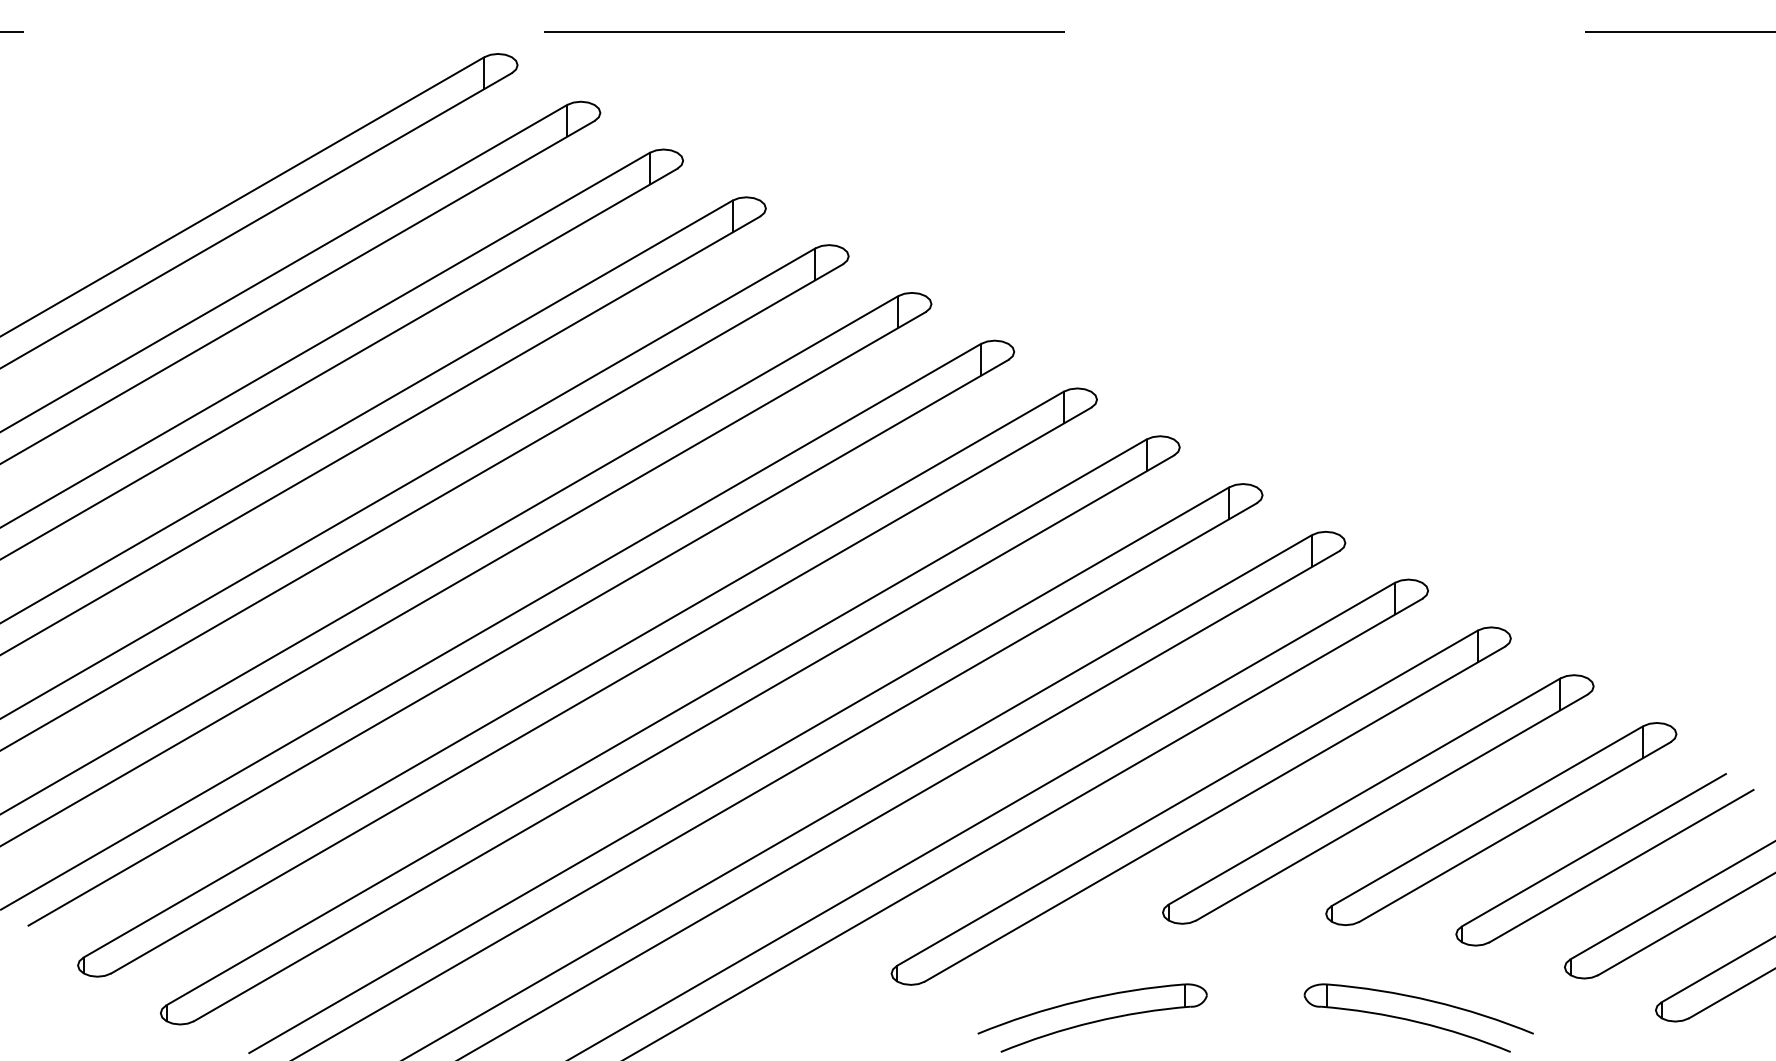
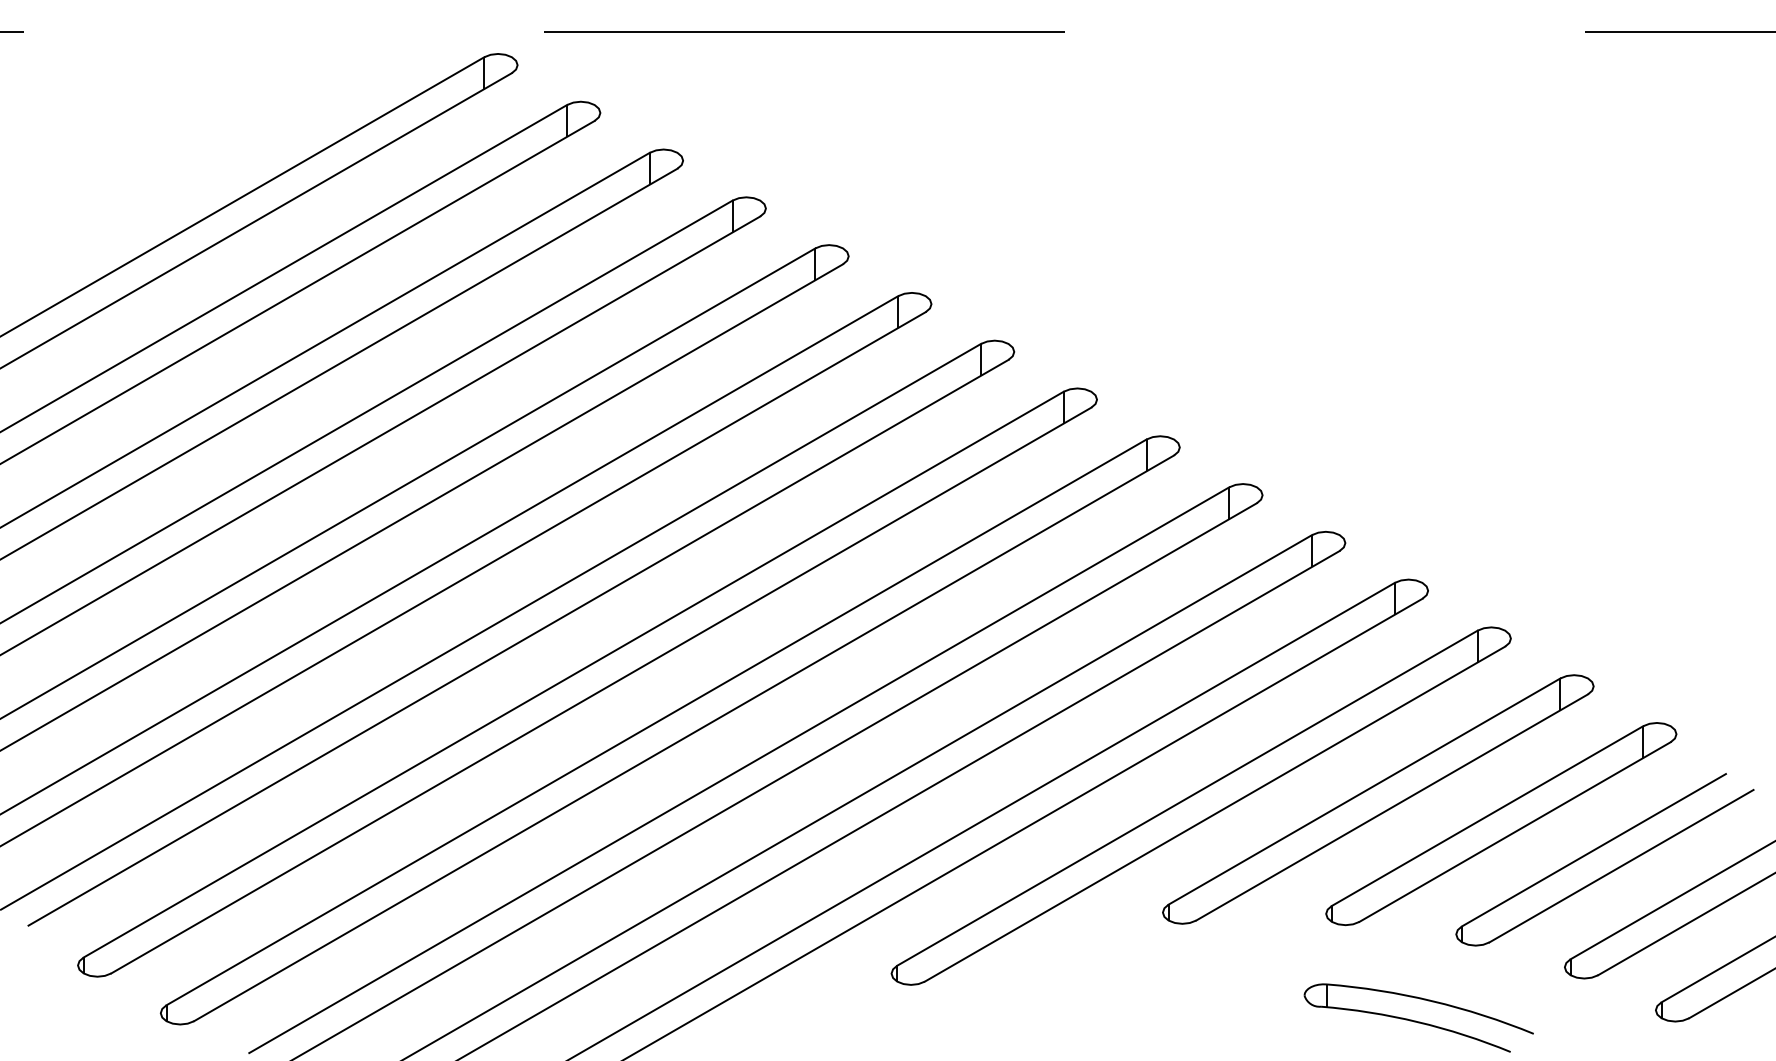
part at (1092, 1017): present -> none
